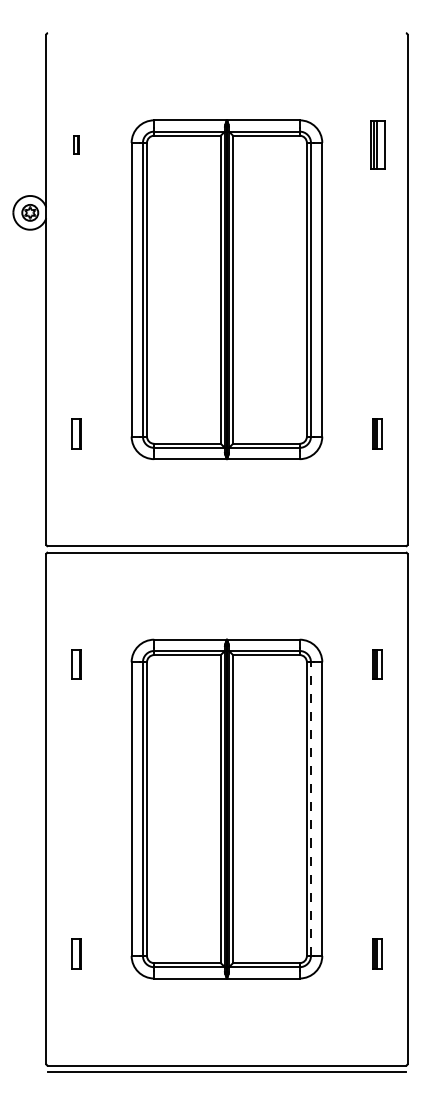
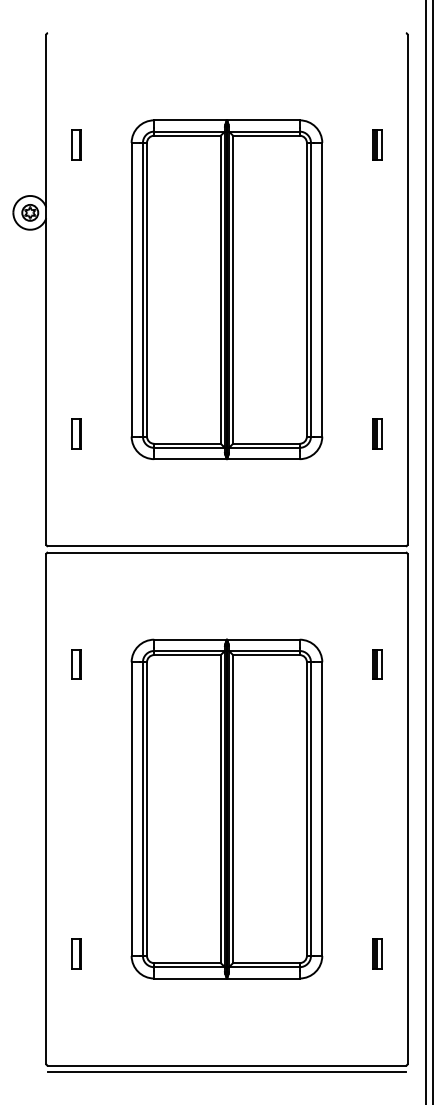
part at (76, 144) size: 7x20 px -> 11x32 px
part at (377, 144) size: 16x50 px -> 11x32 px
line at (426, 551): none -> present
line at (432, 551): none -> present
line at (311, 809): dashed -> solid
